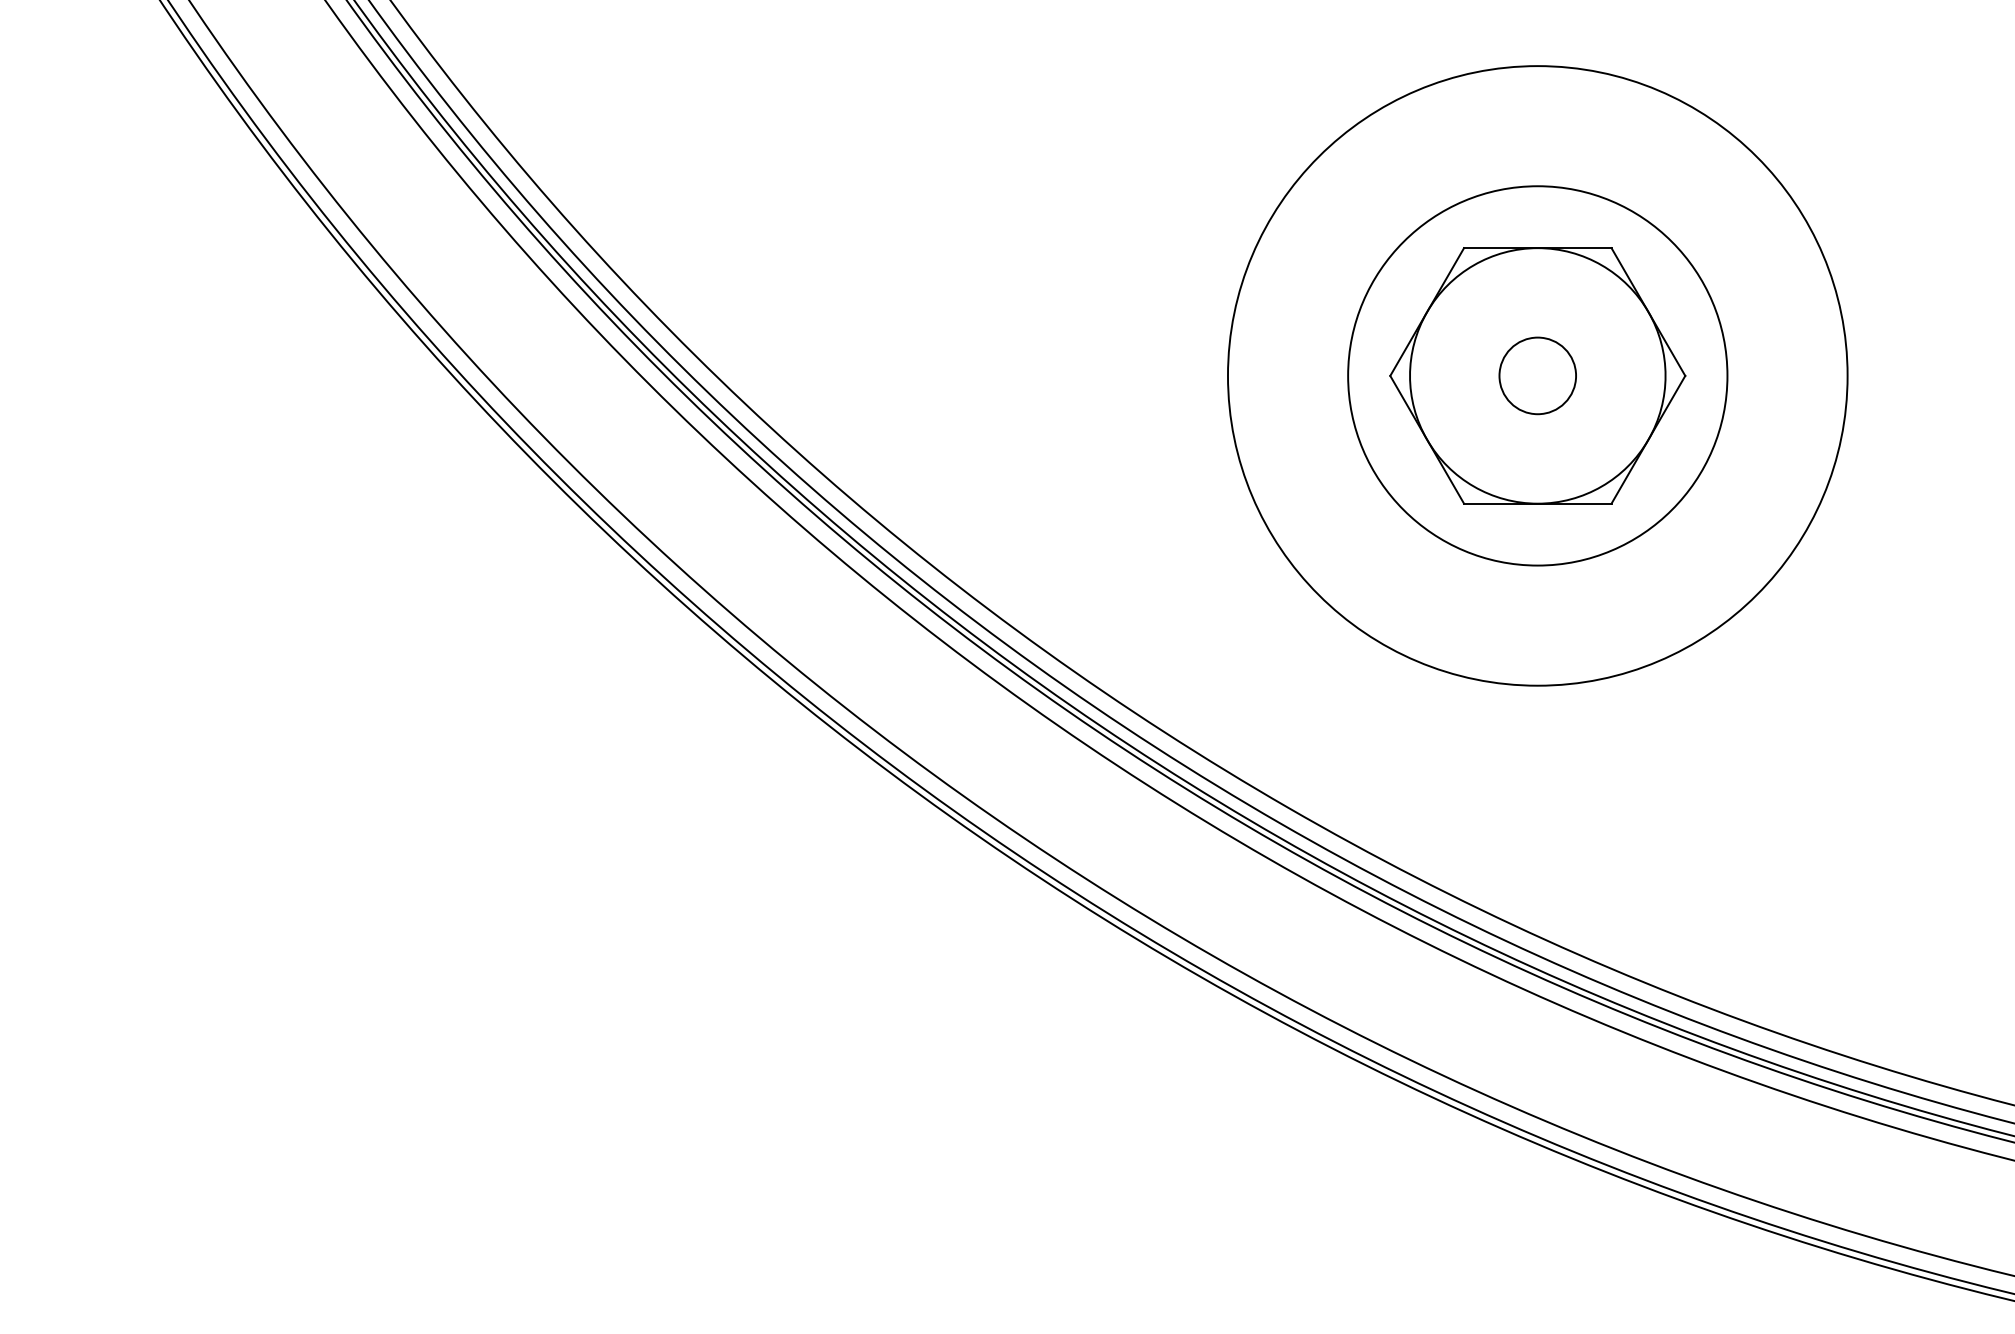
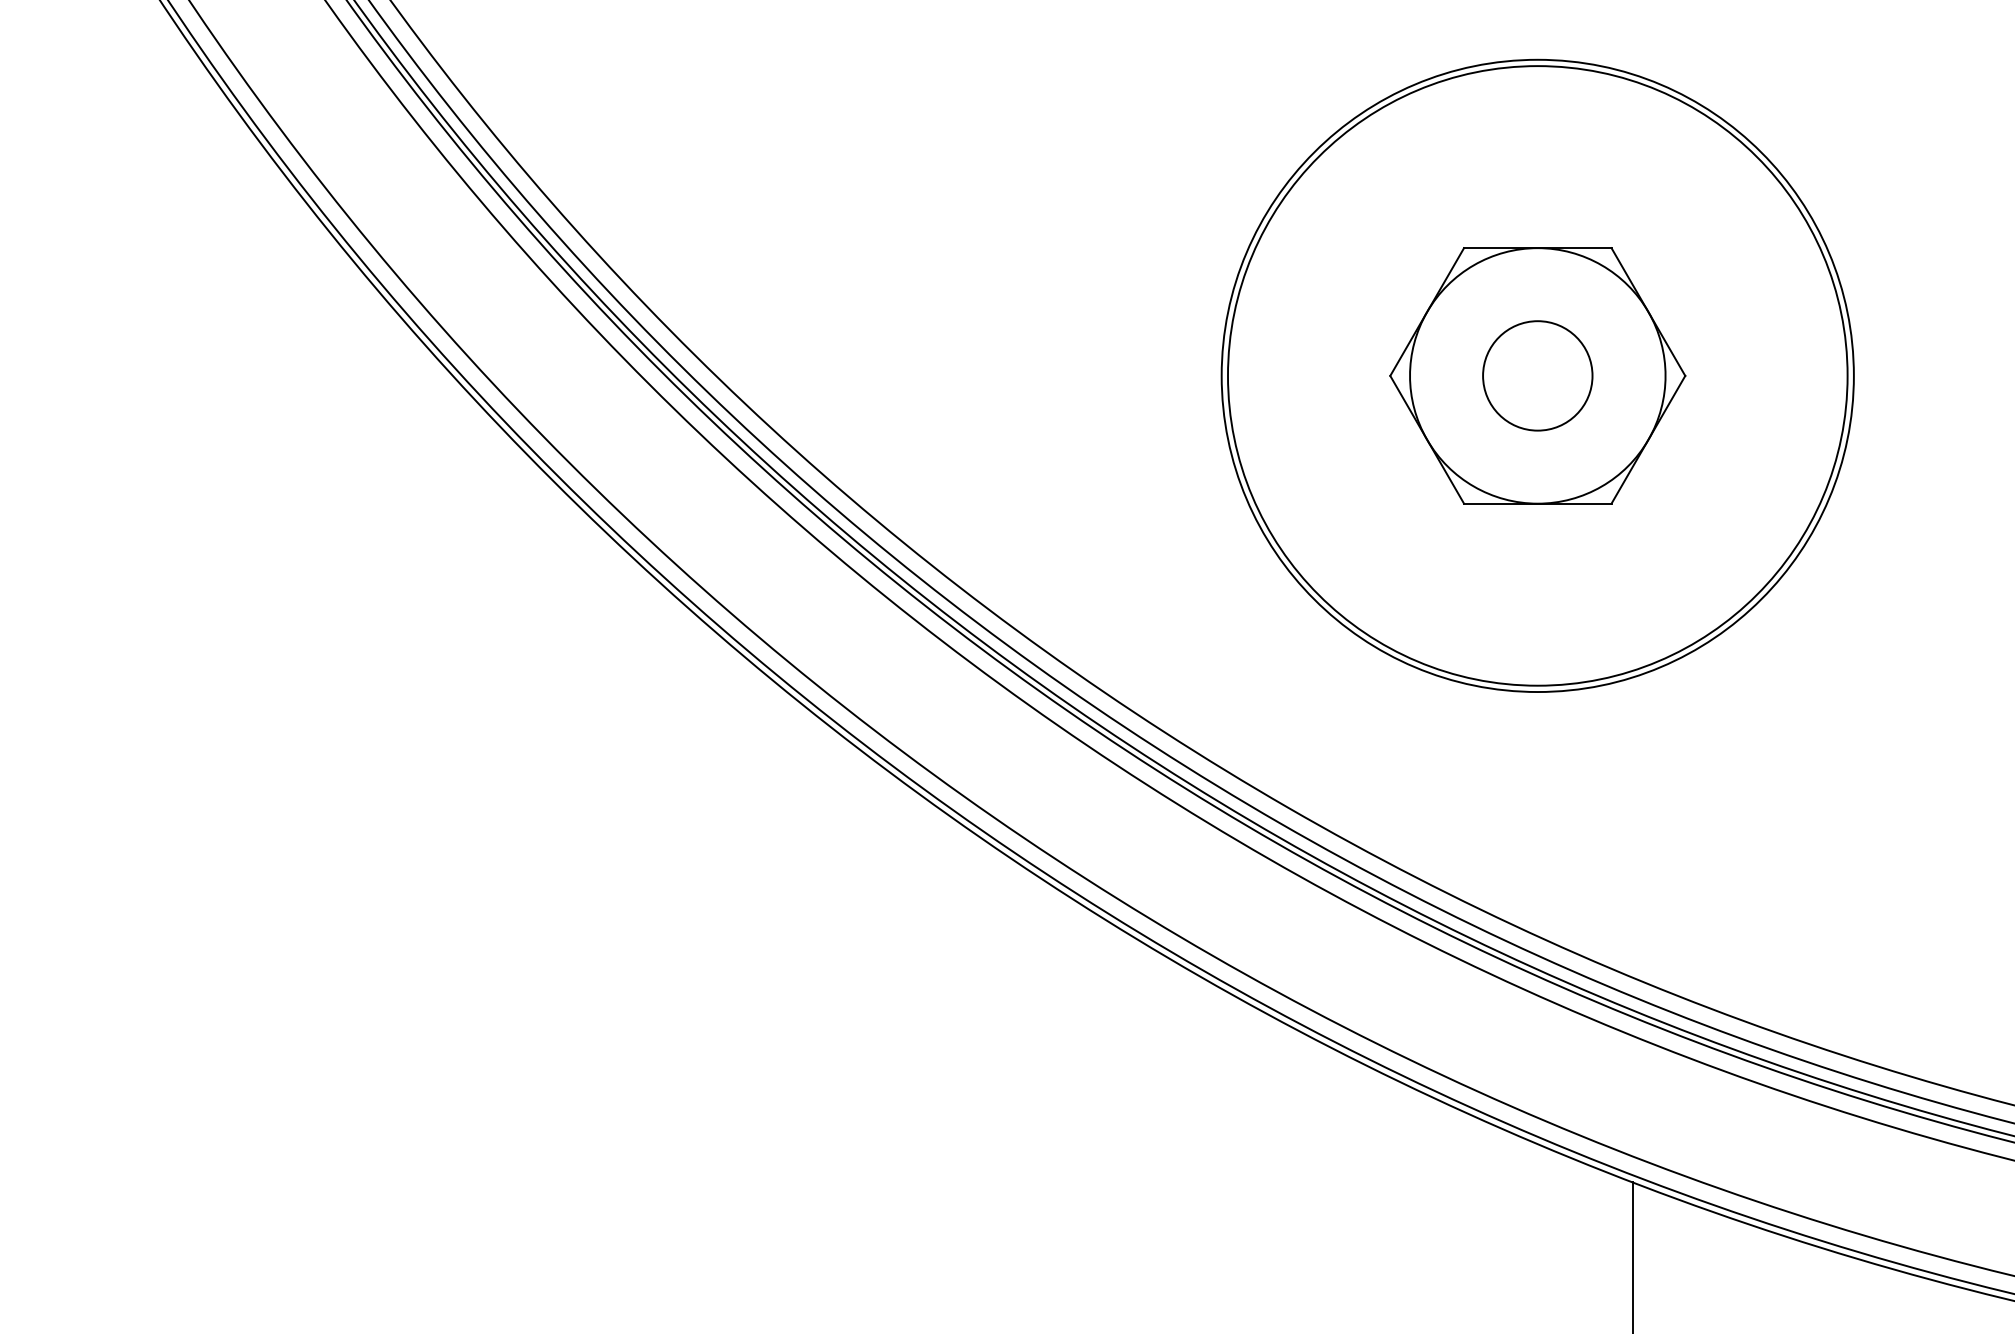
circle at (1537, 375) diameter: 379 px -> 632 px
circle at (1537, 375) diameter: 77 px -> 109 px
line at (1632, 1255): none -> present
